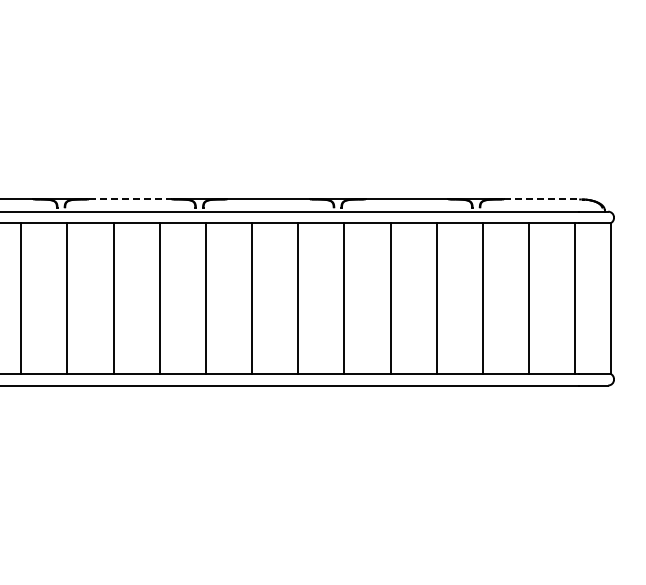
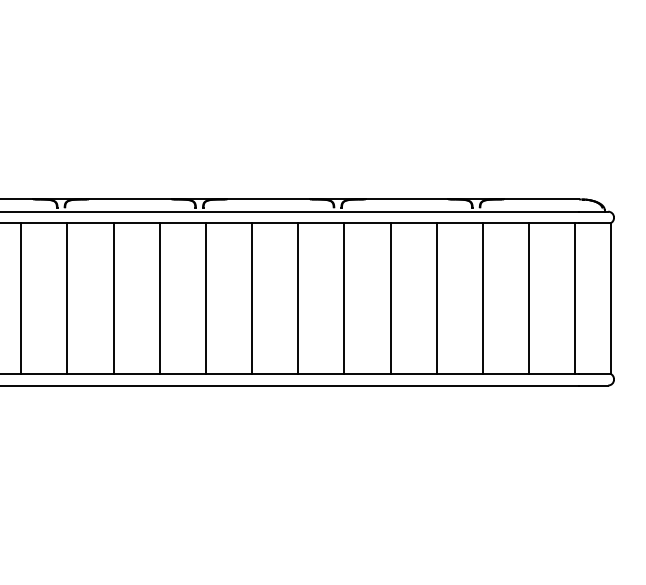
line at (130, 199): dashed -> solid
line at (541, 199): dashed -> solid
